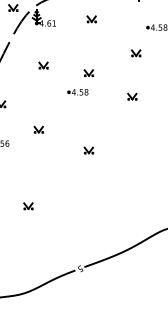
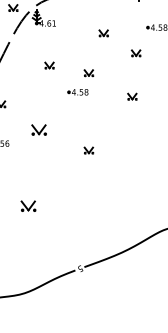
part at (91, 19) position: (91, 19) -> (103, 33)
part at (43, 65) position: (43, 65) -> (49, 65)
part at (38, 129) size: 11x9 px -> 16x12 px
part at (28, 206) size: 11x9 px -> 17x12 px
